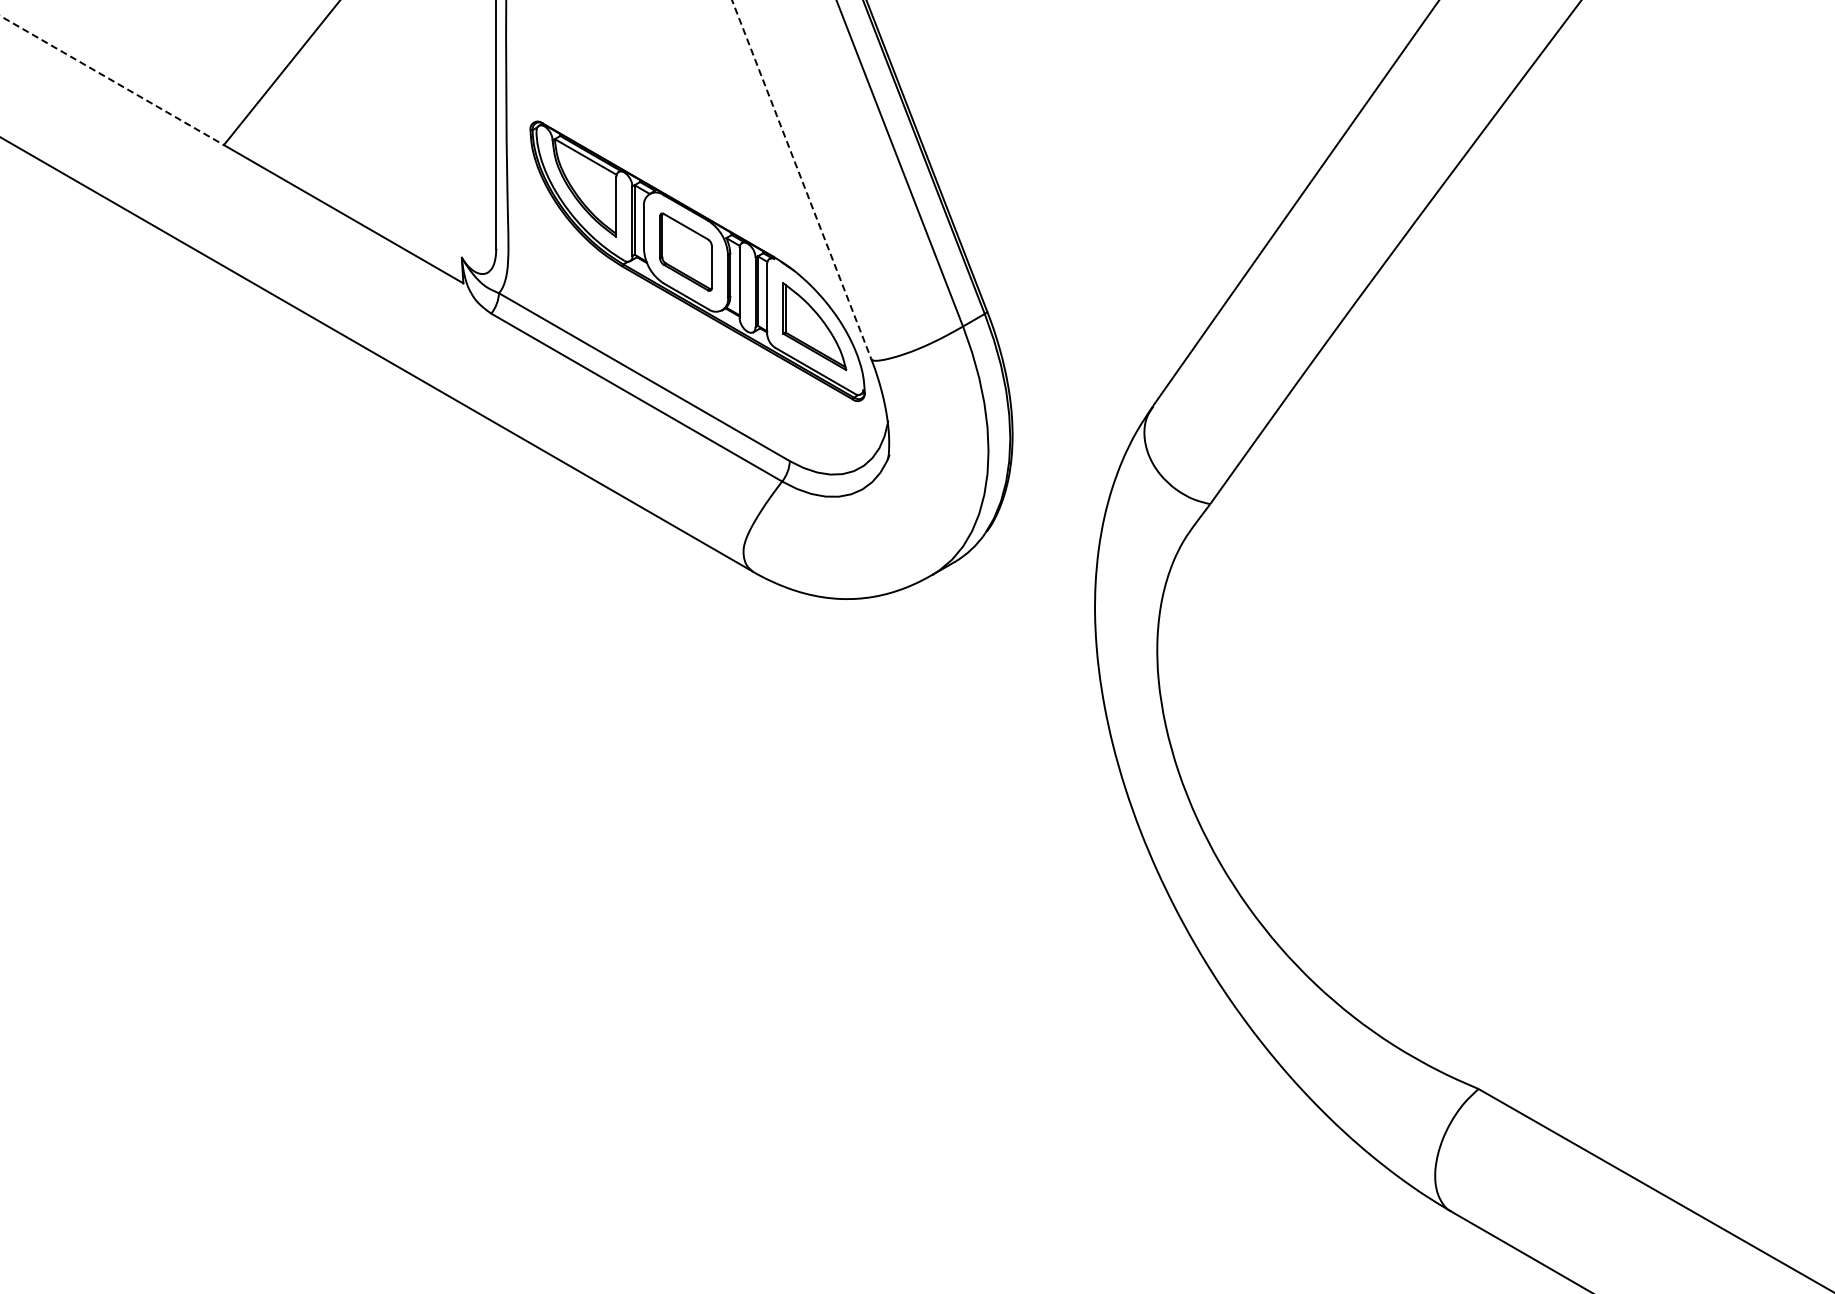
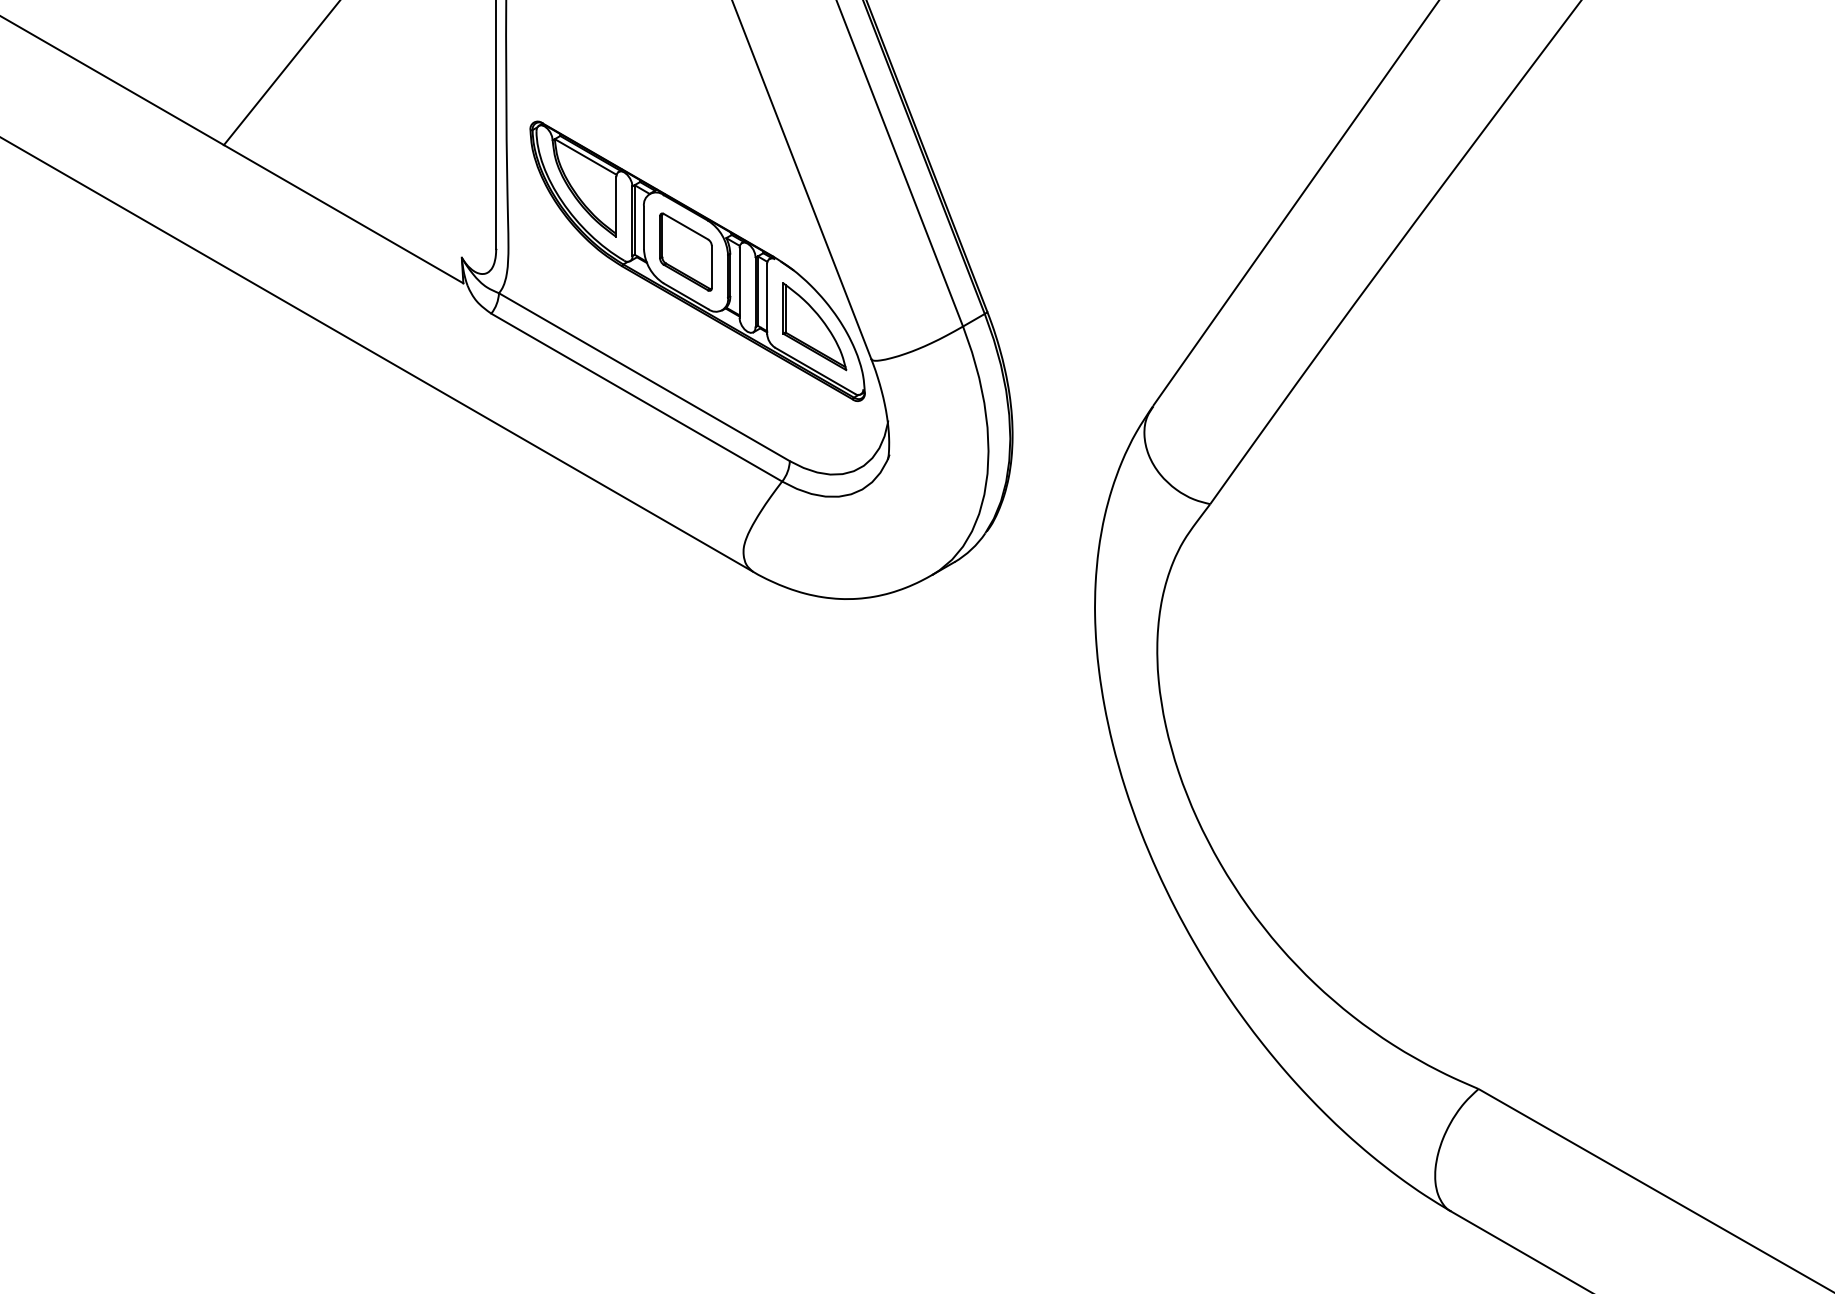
line at (112, 80): dashed -> solid
line at (801, 179): dashed -> solid
